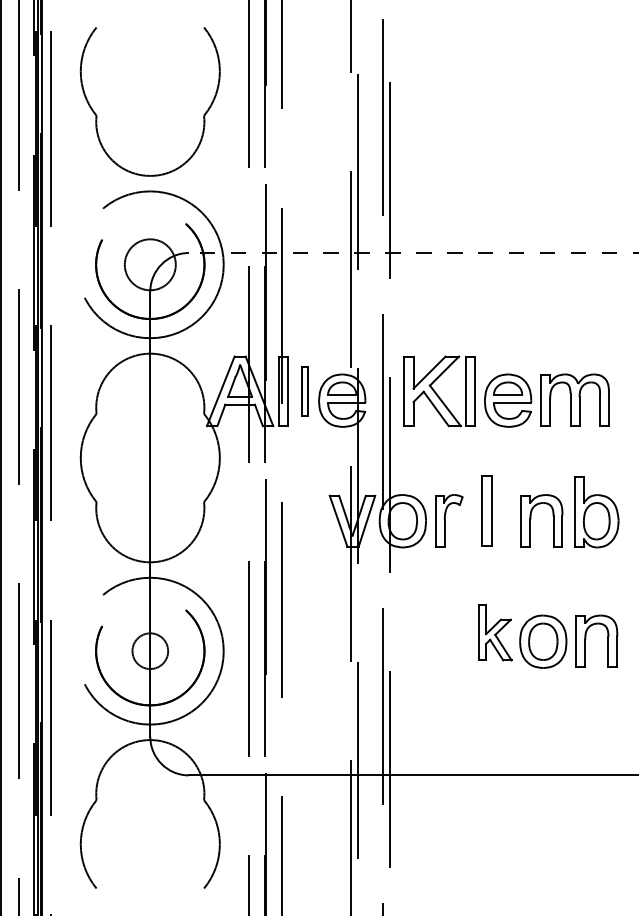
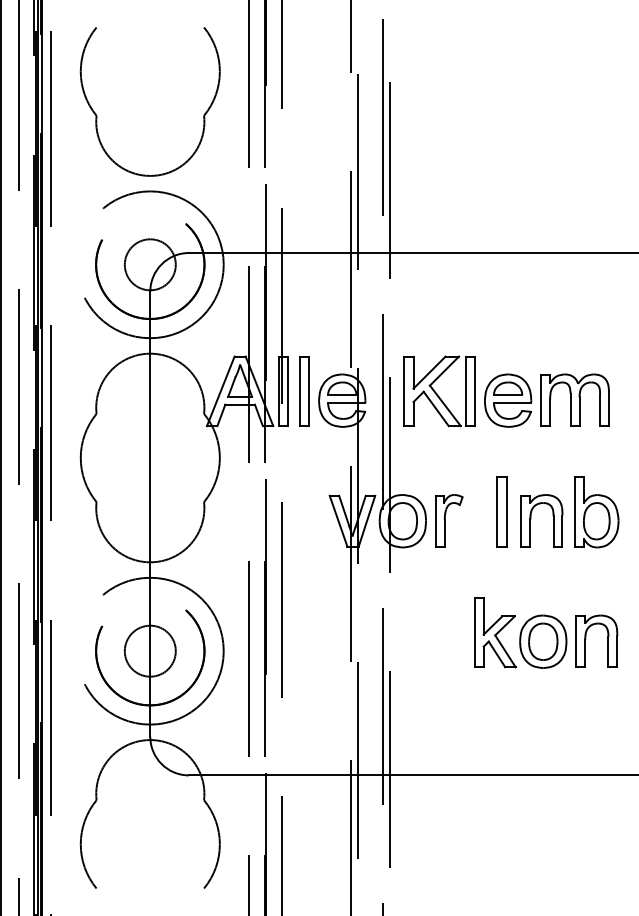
line at (413, 253): dashed -> solid
part at (304, 391) size: 8x51 px -> 11x71 px
part at (486, 510) position: (486, 510) -> (501, 511)
part at (495, 632) size: 35x58 px -> 43x72 px
circle at (150, 651) diameter: 36 px -> 51 px
